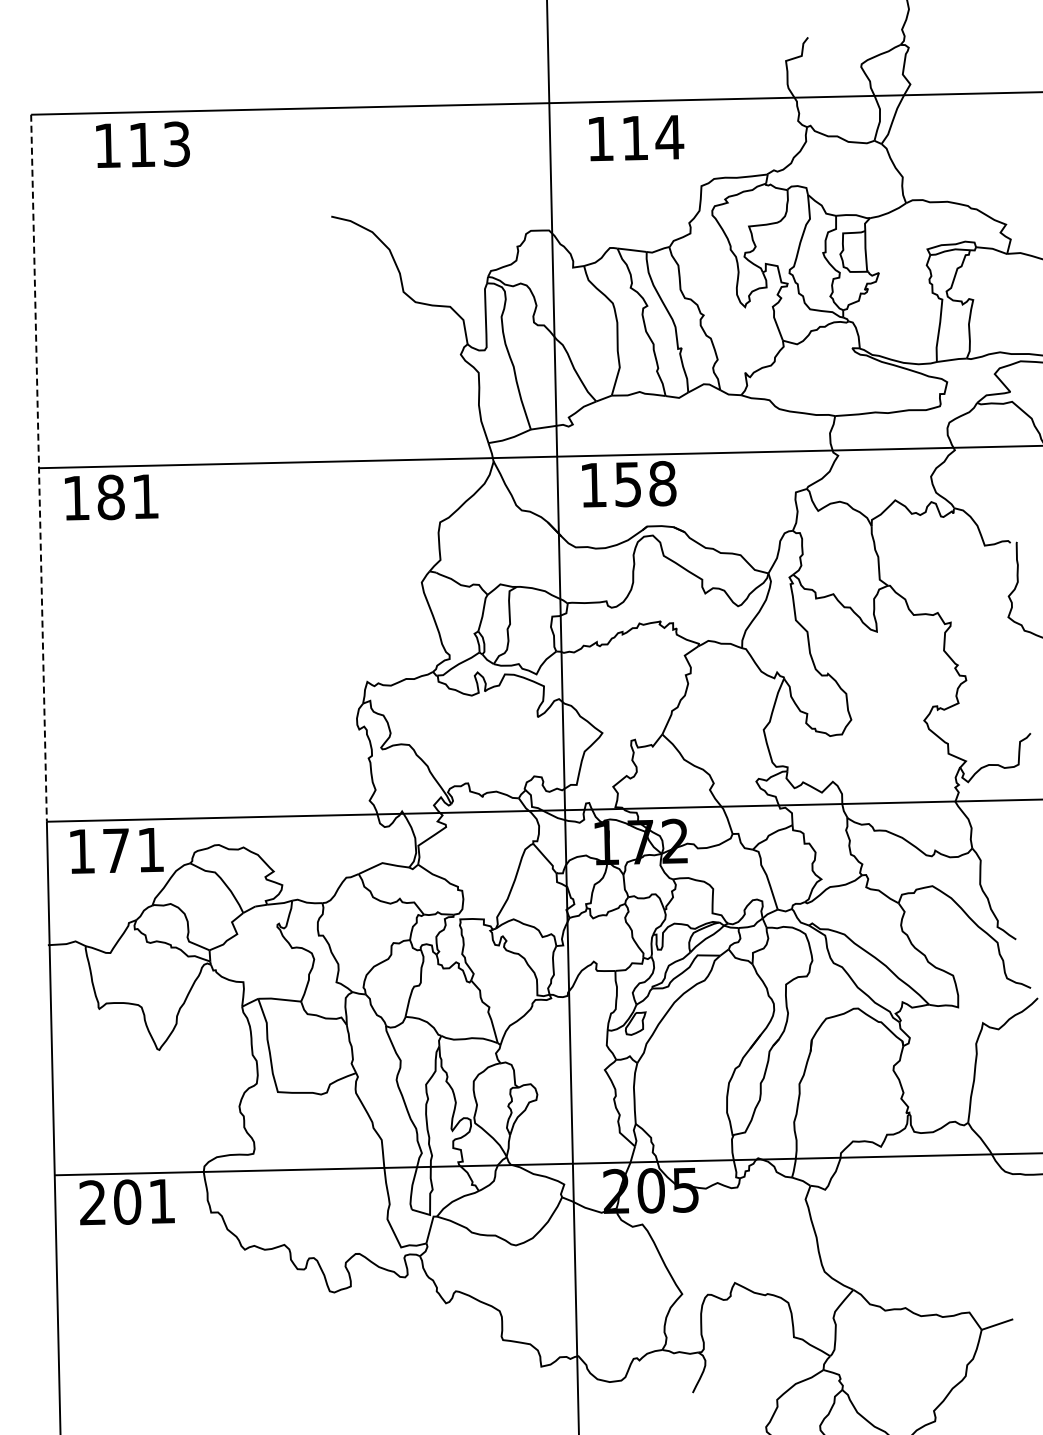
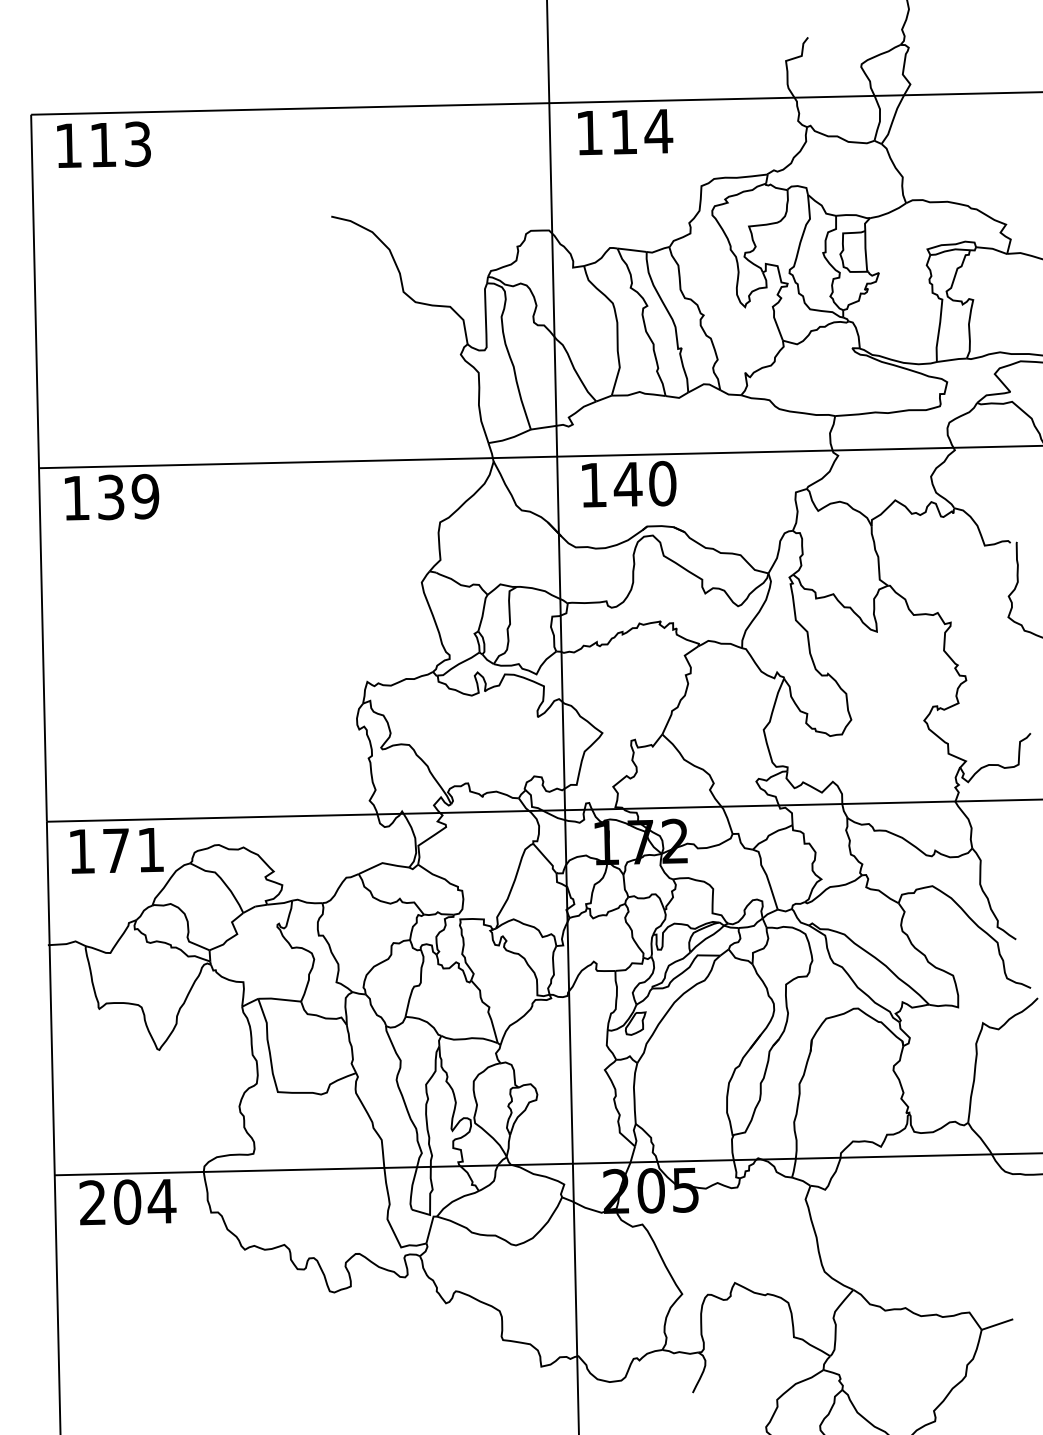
text at (636, 138) position: (636, 138) -> (625, 132)
text at (142, 144) position: (142, 144) -> (103, 144)
line at (39, 468): dashed -> solid
text at (644, 484): 158 -> 140
text at (128, 496): 181 -> 139
text at (161, 1201): 201 -> 204
